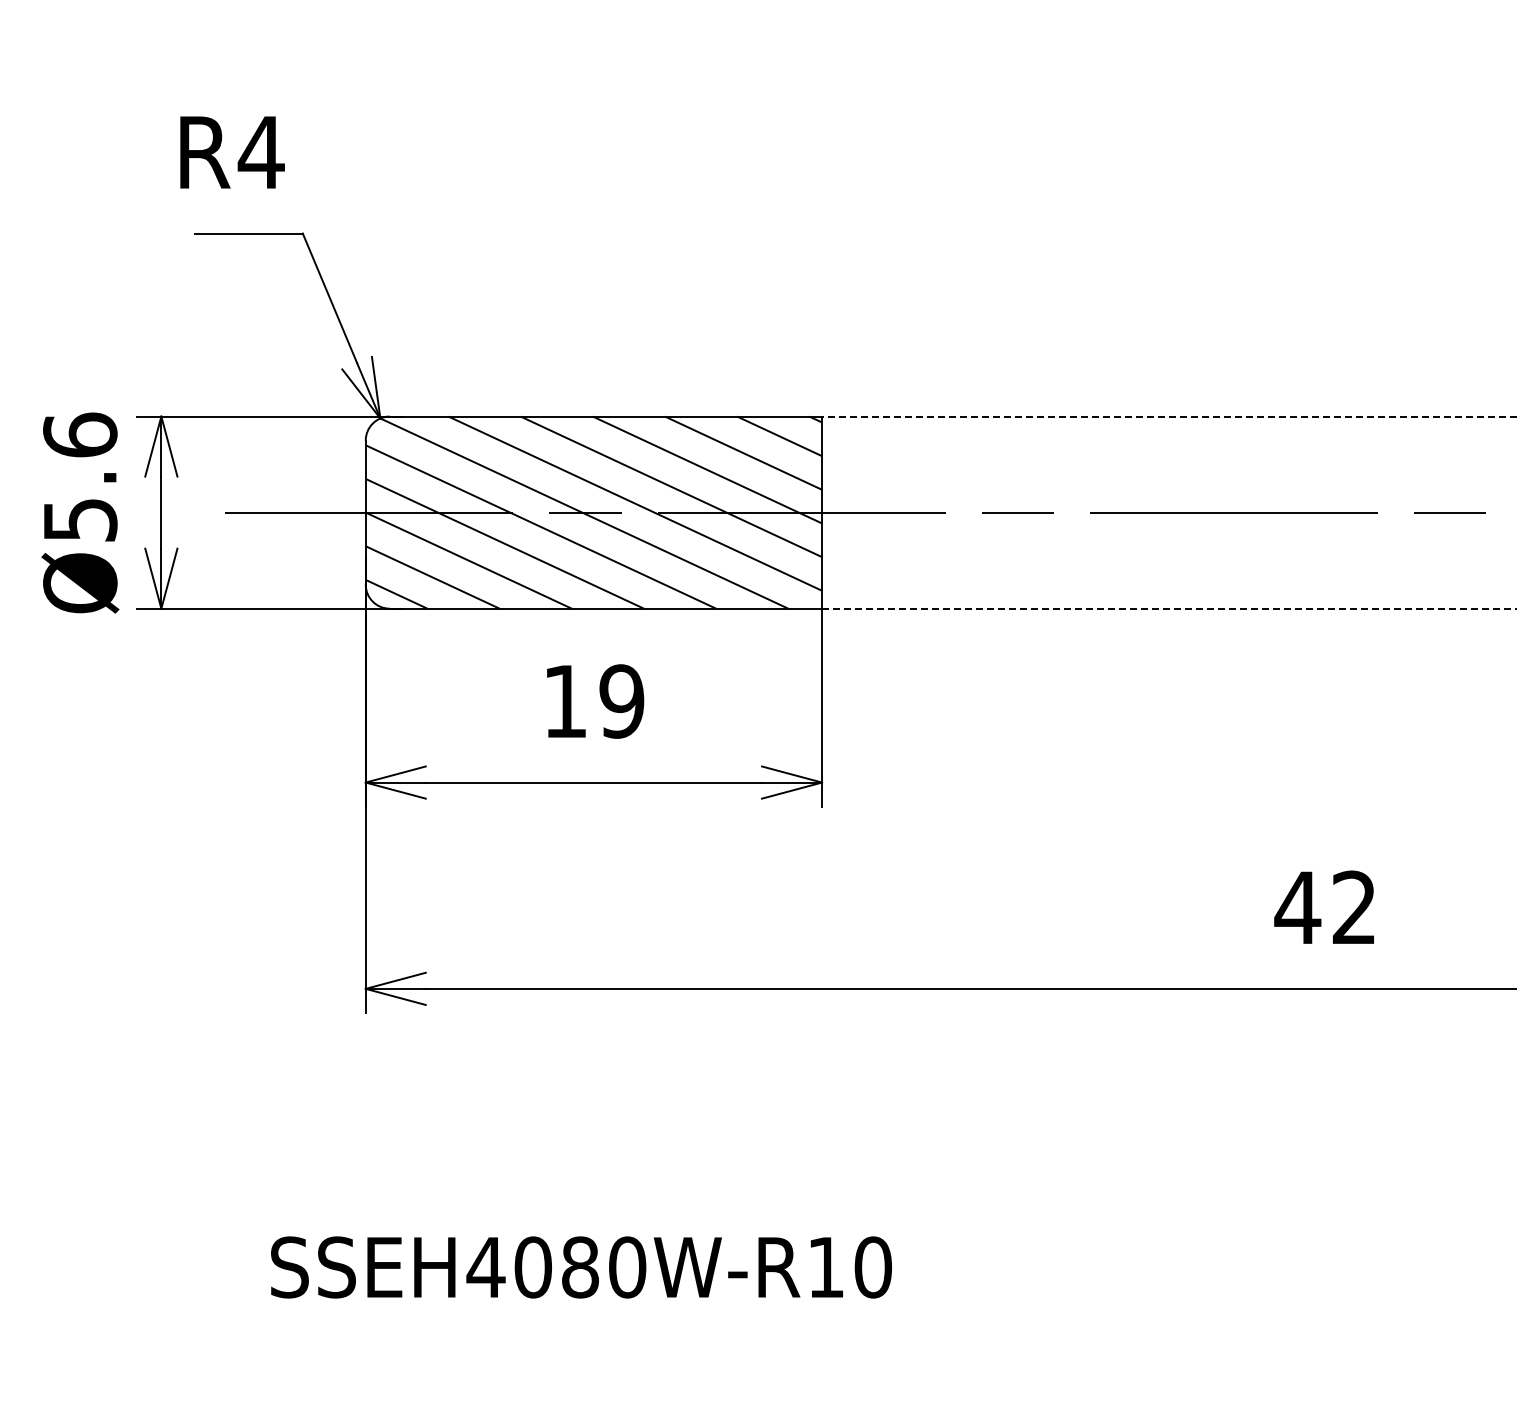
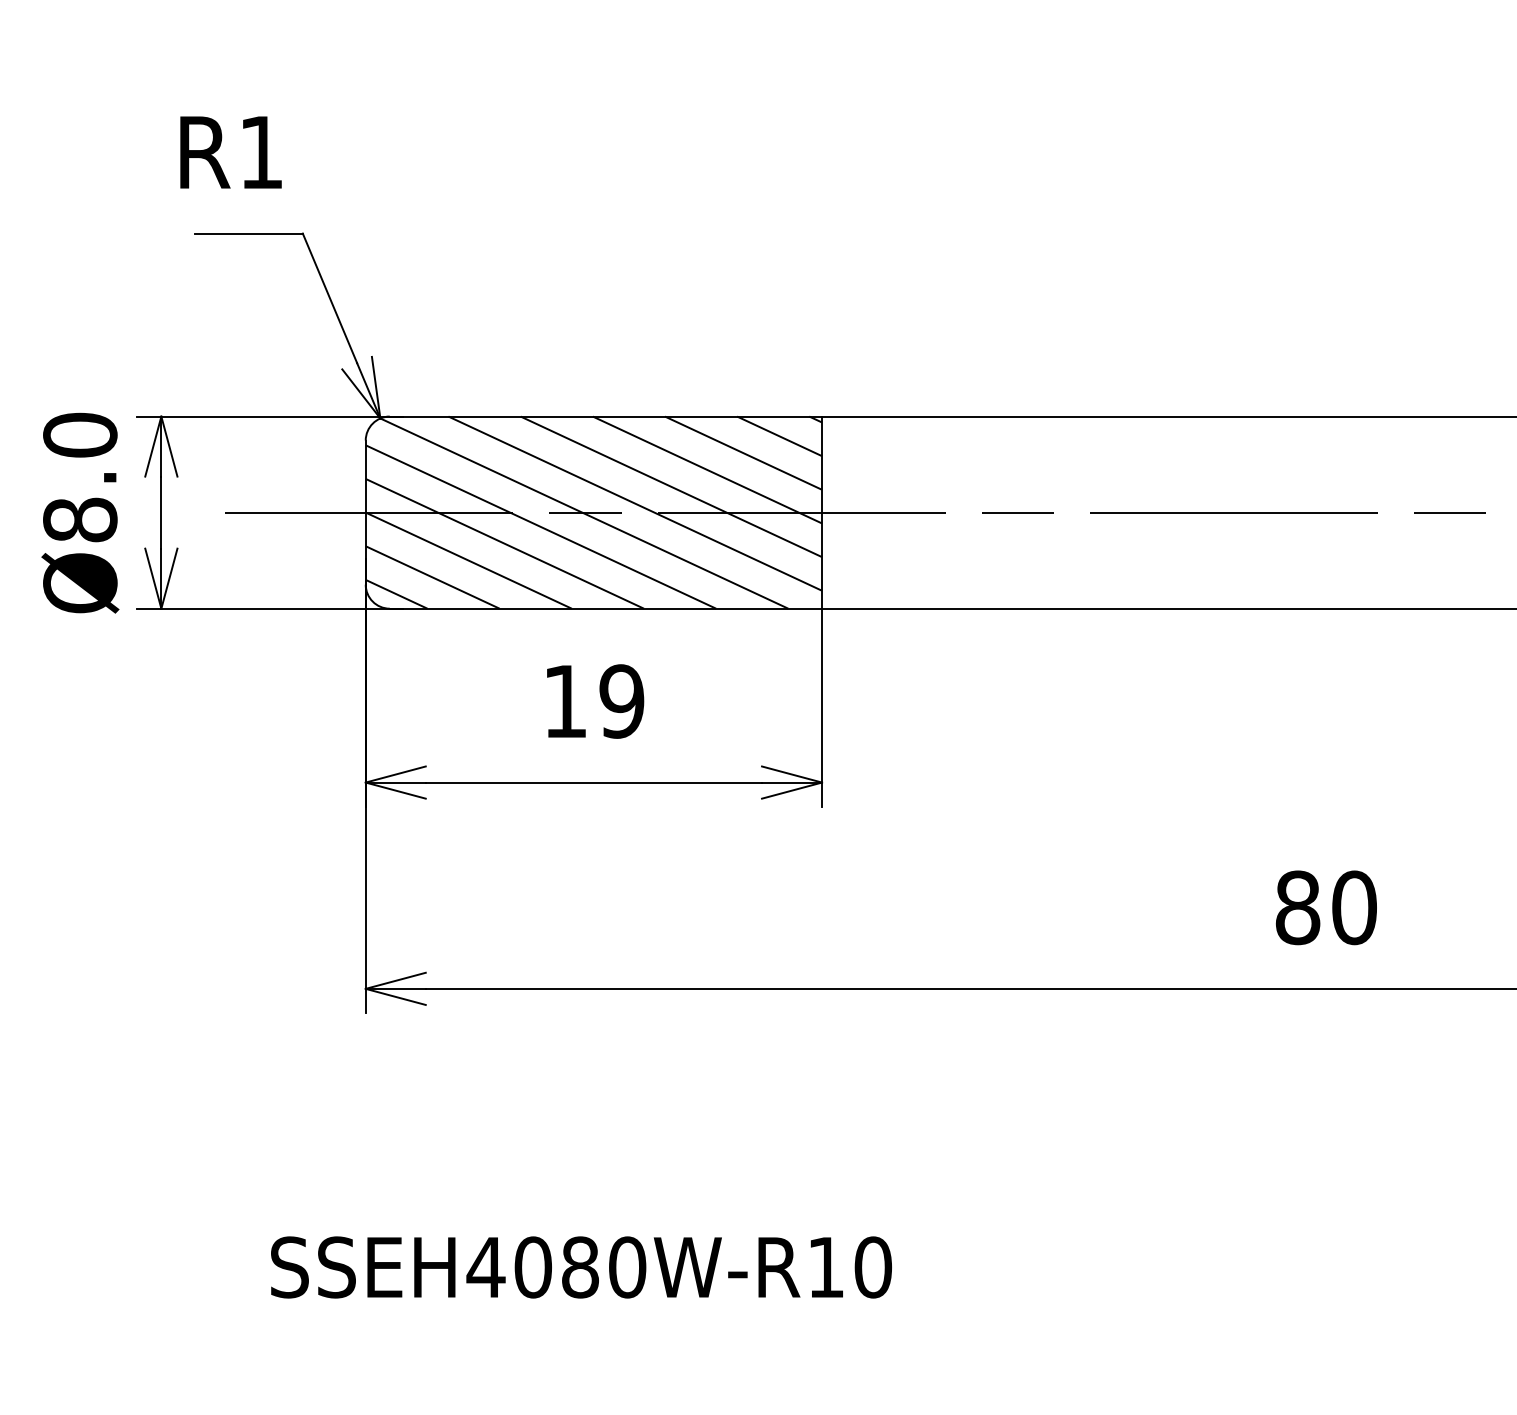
text at (260, 152): R4 -> R1
line at (1169, 416): dashed -> solid
text at (80, 477): Ø5.6 -> Ø8.0
line at (1169, 608): dashed -> solid
text at (1325, 907): 42 -> 80
